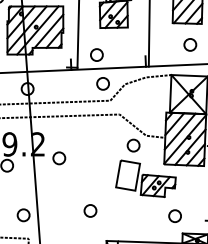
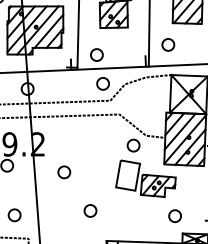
part at (190, 44) position: (190, 44) -> (168, 44)
part at (59, 158) position: (59, 158) -> (64, 172)
part at (23, 215) position: (23, 215) -> (14, 215)
